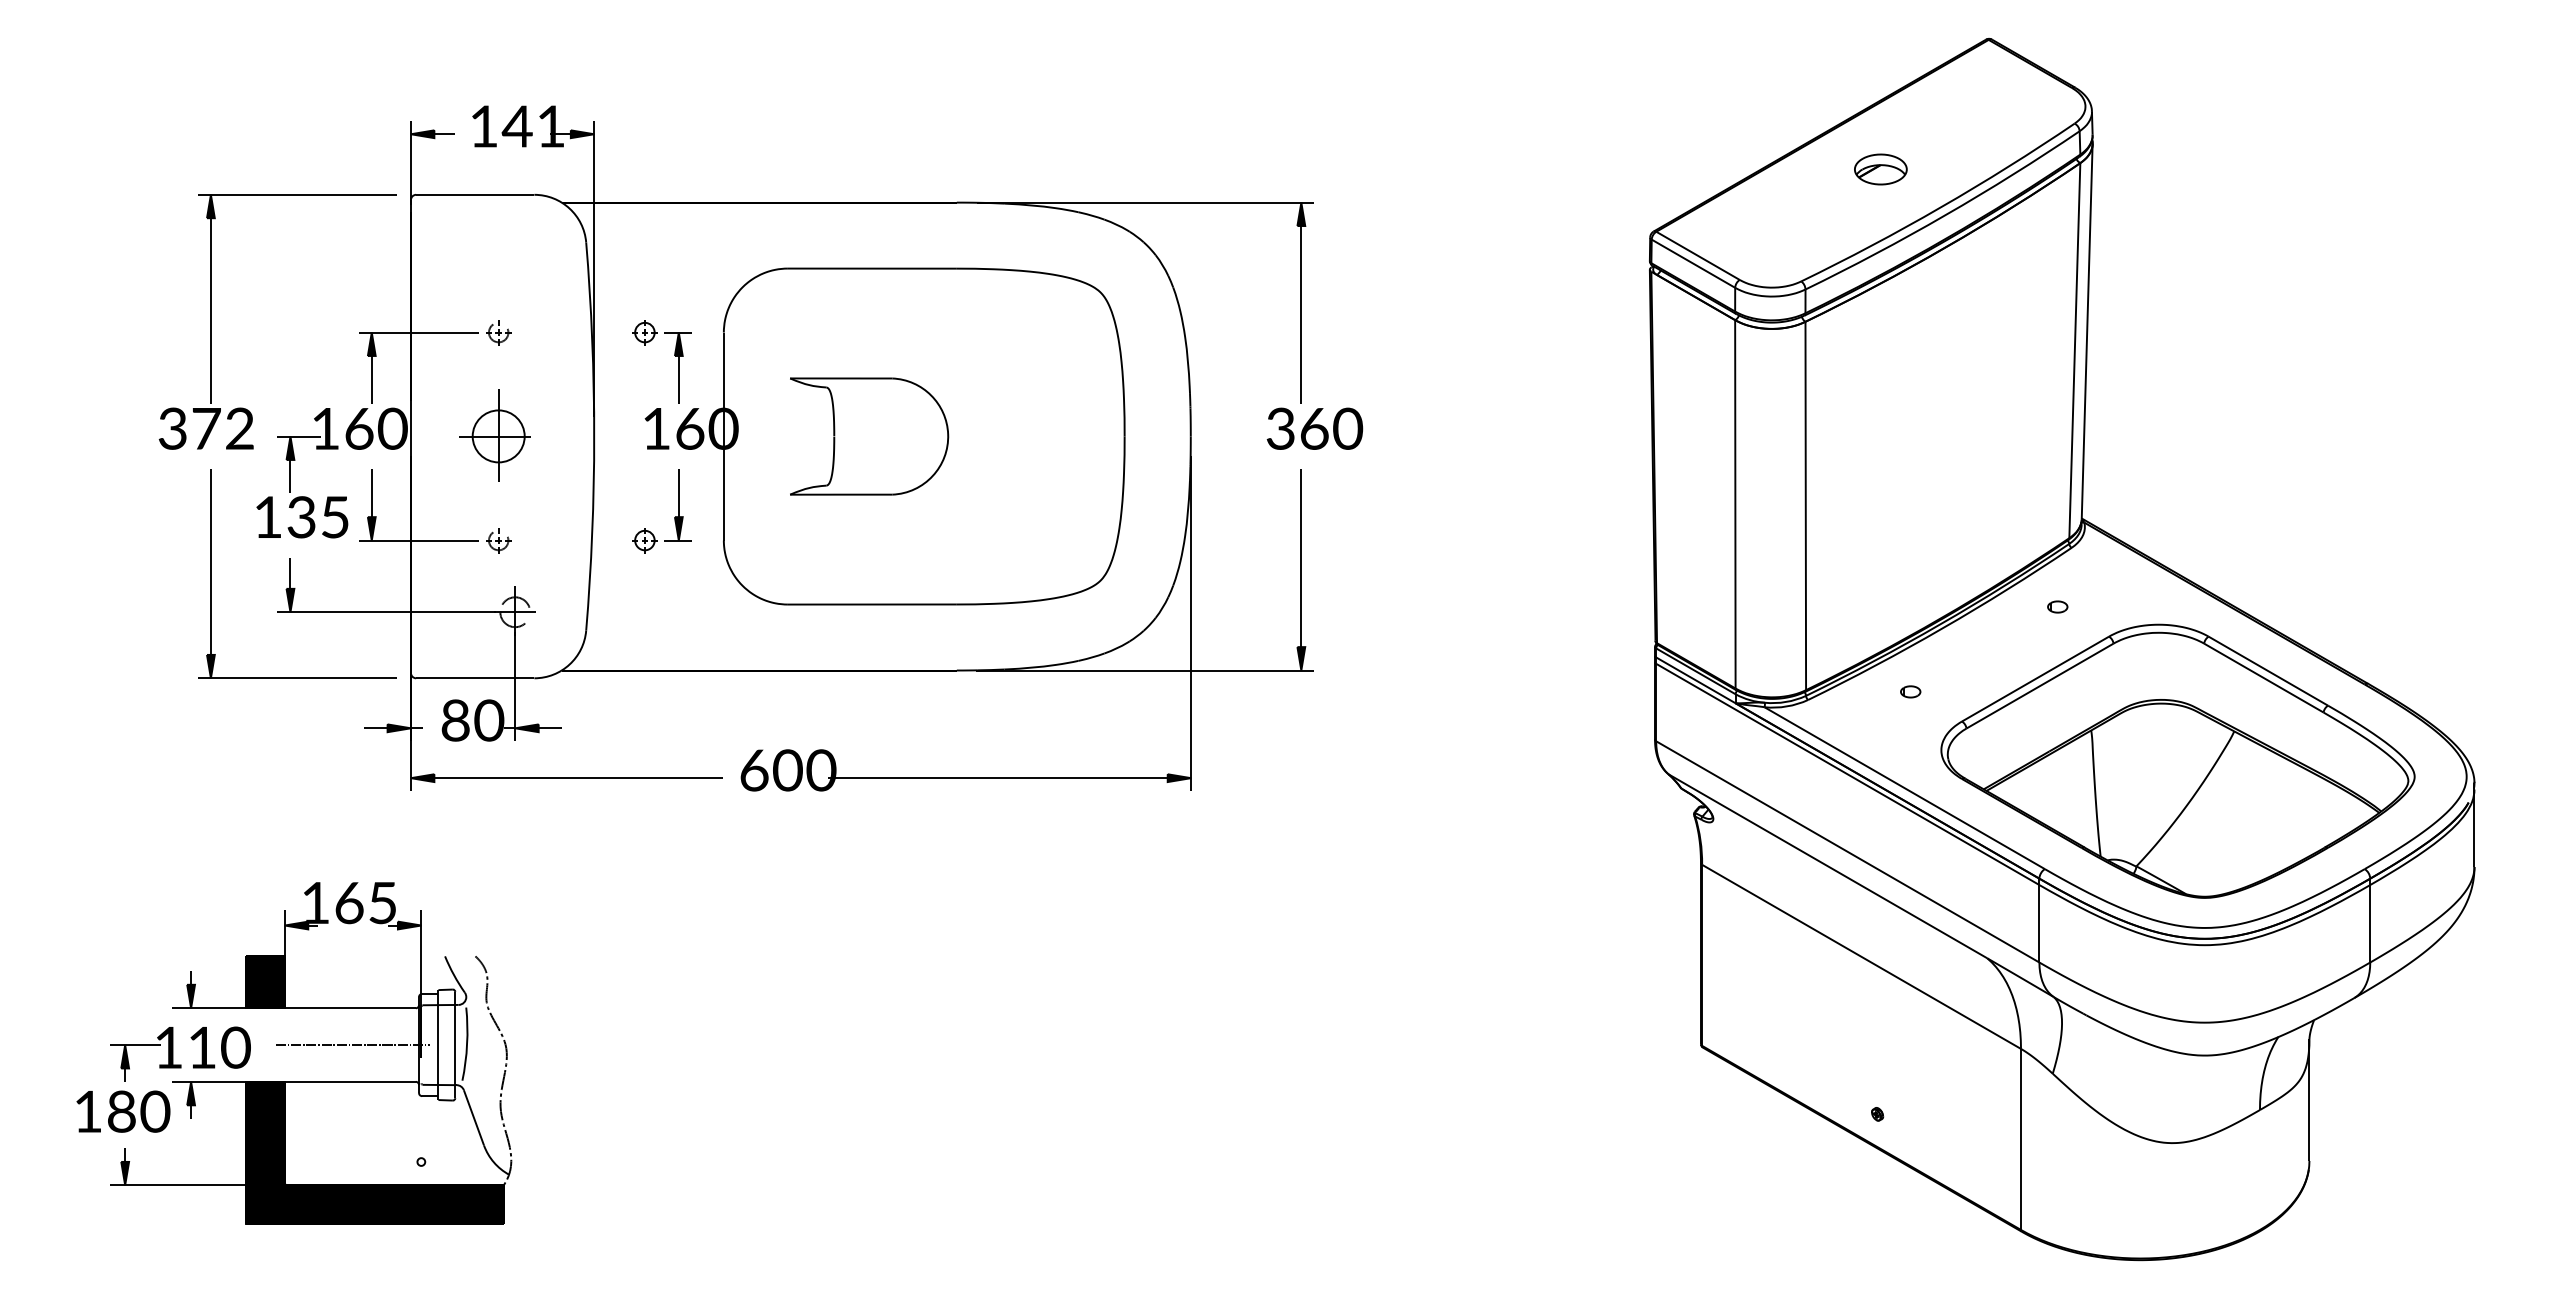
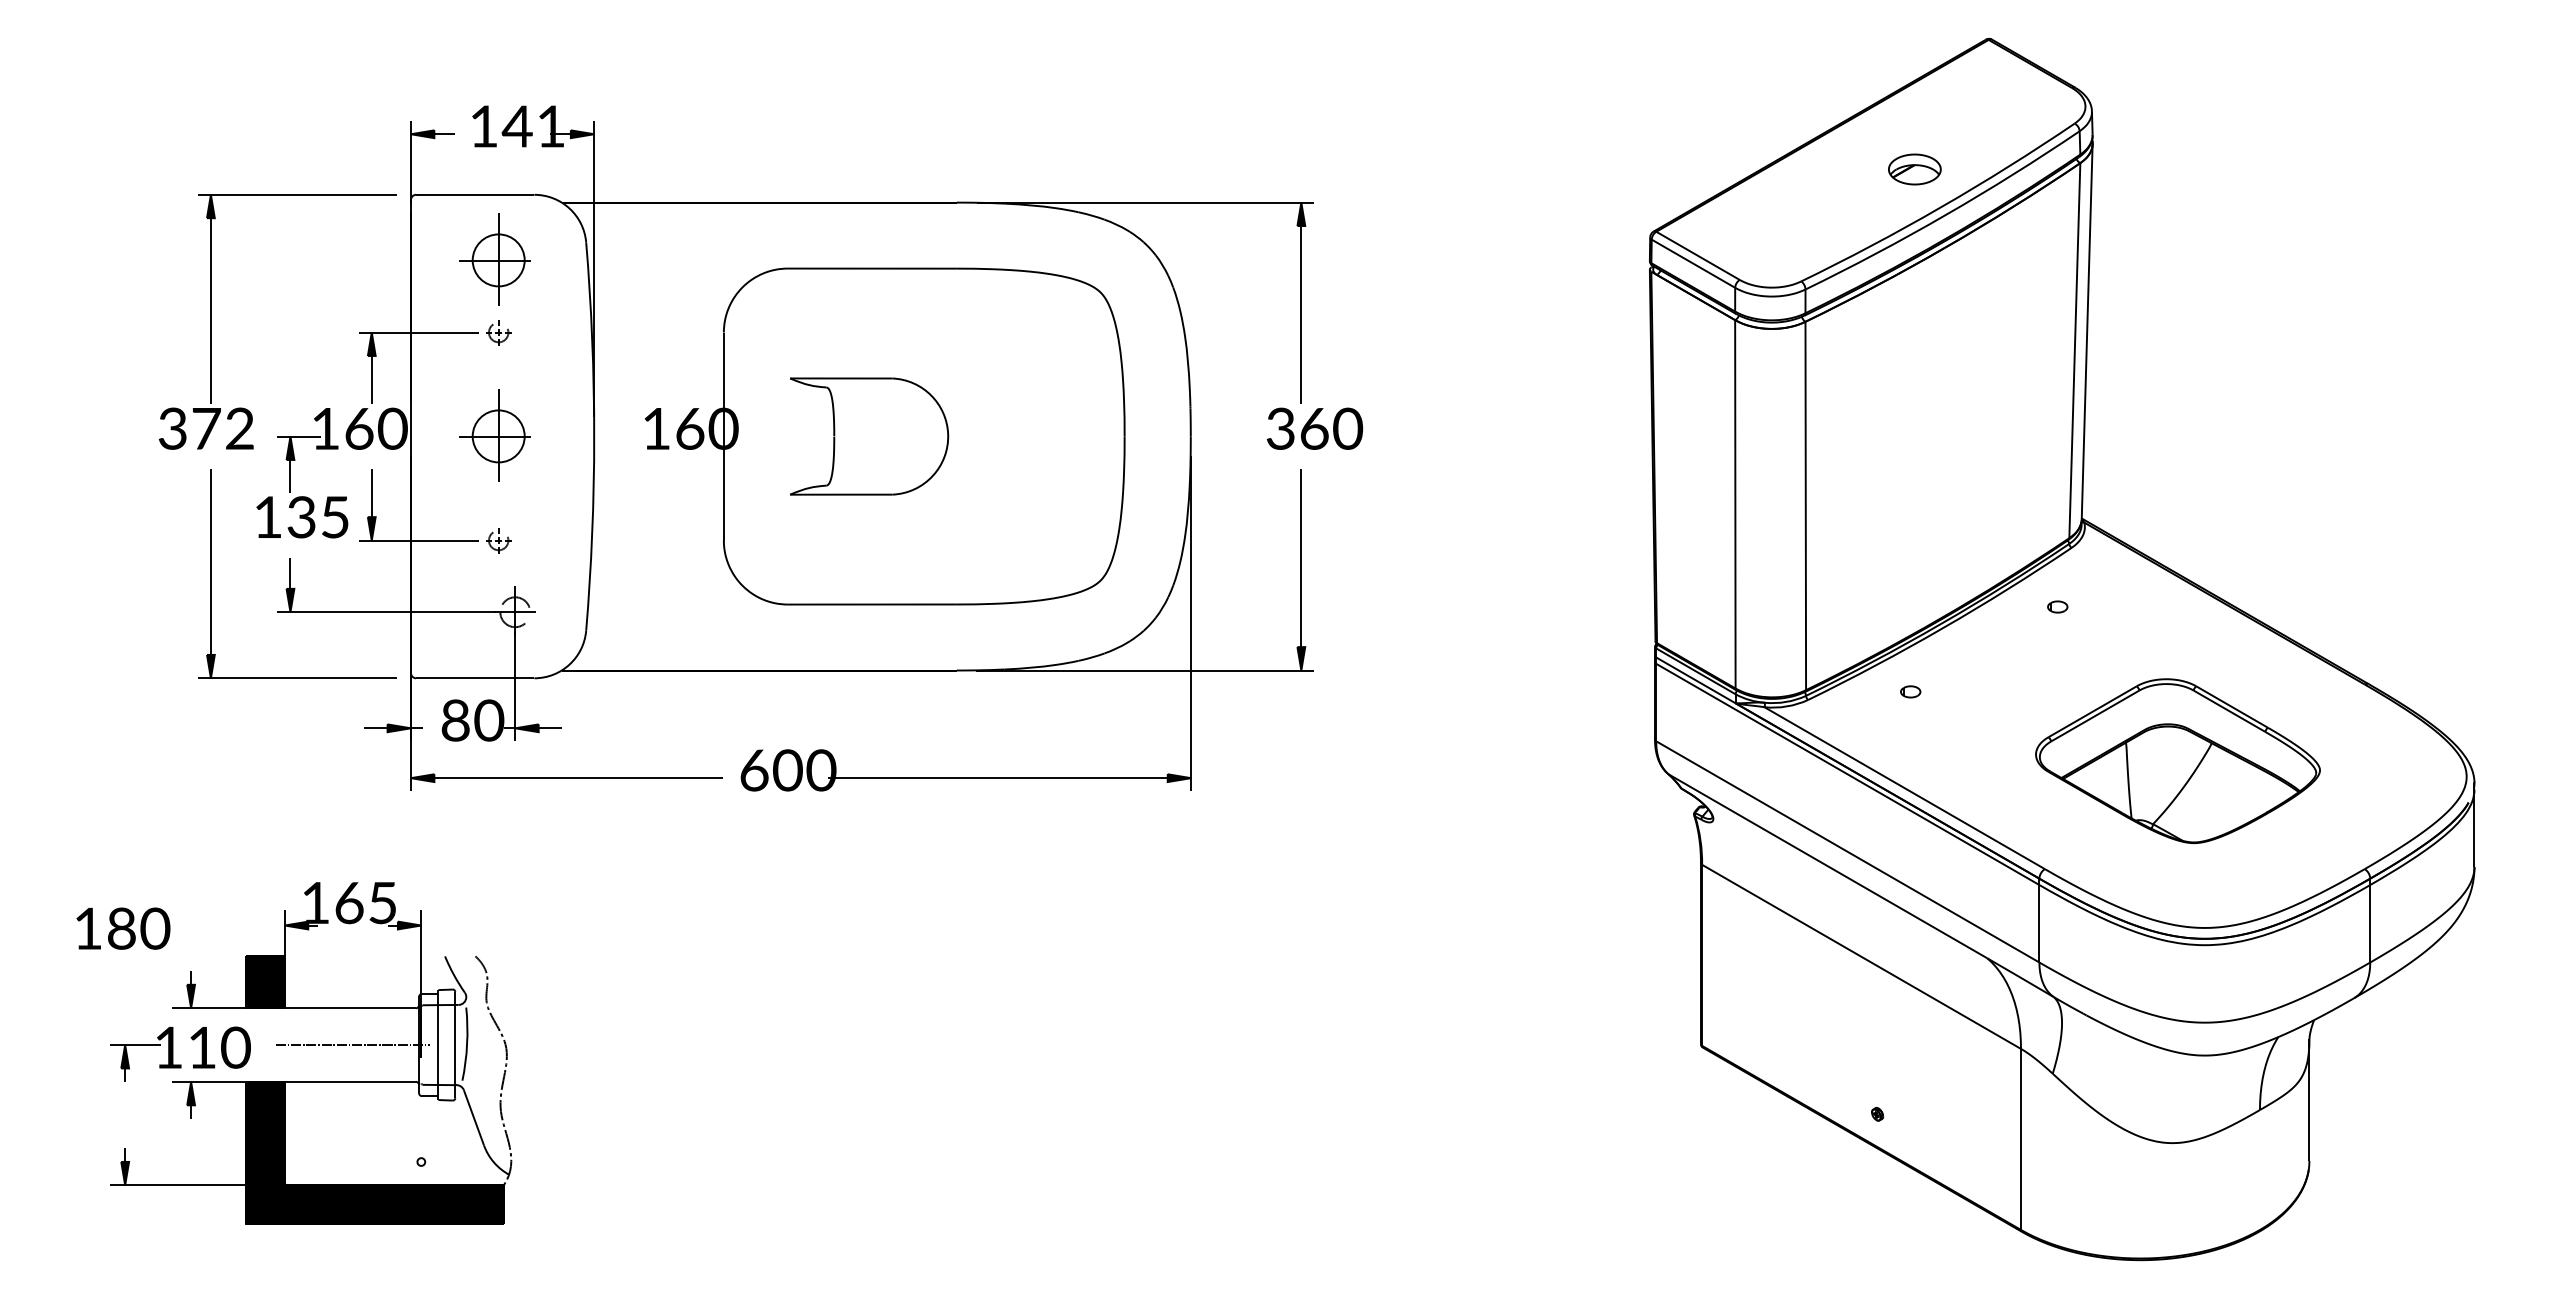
part at (1880, 169) position: (1880, 169) -> (1914, 169)
part at (494, 259): none -> present
part at (674, 355): present -> none
part at (674, 517): present -> none
part at (2177, 760) size: 476x276 px -> 286x167 px
text at (123, 1111) position: (123, 1111) -> (123, 928)
